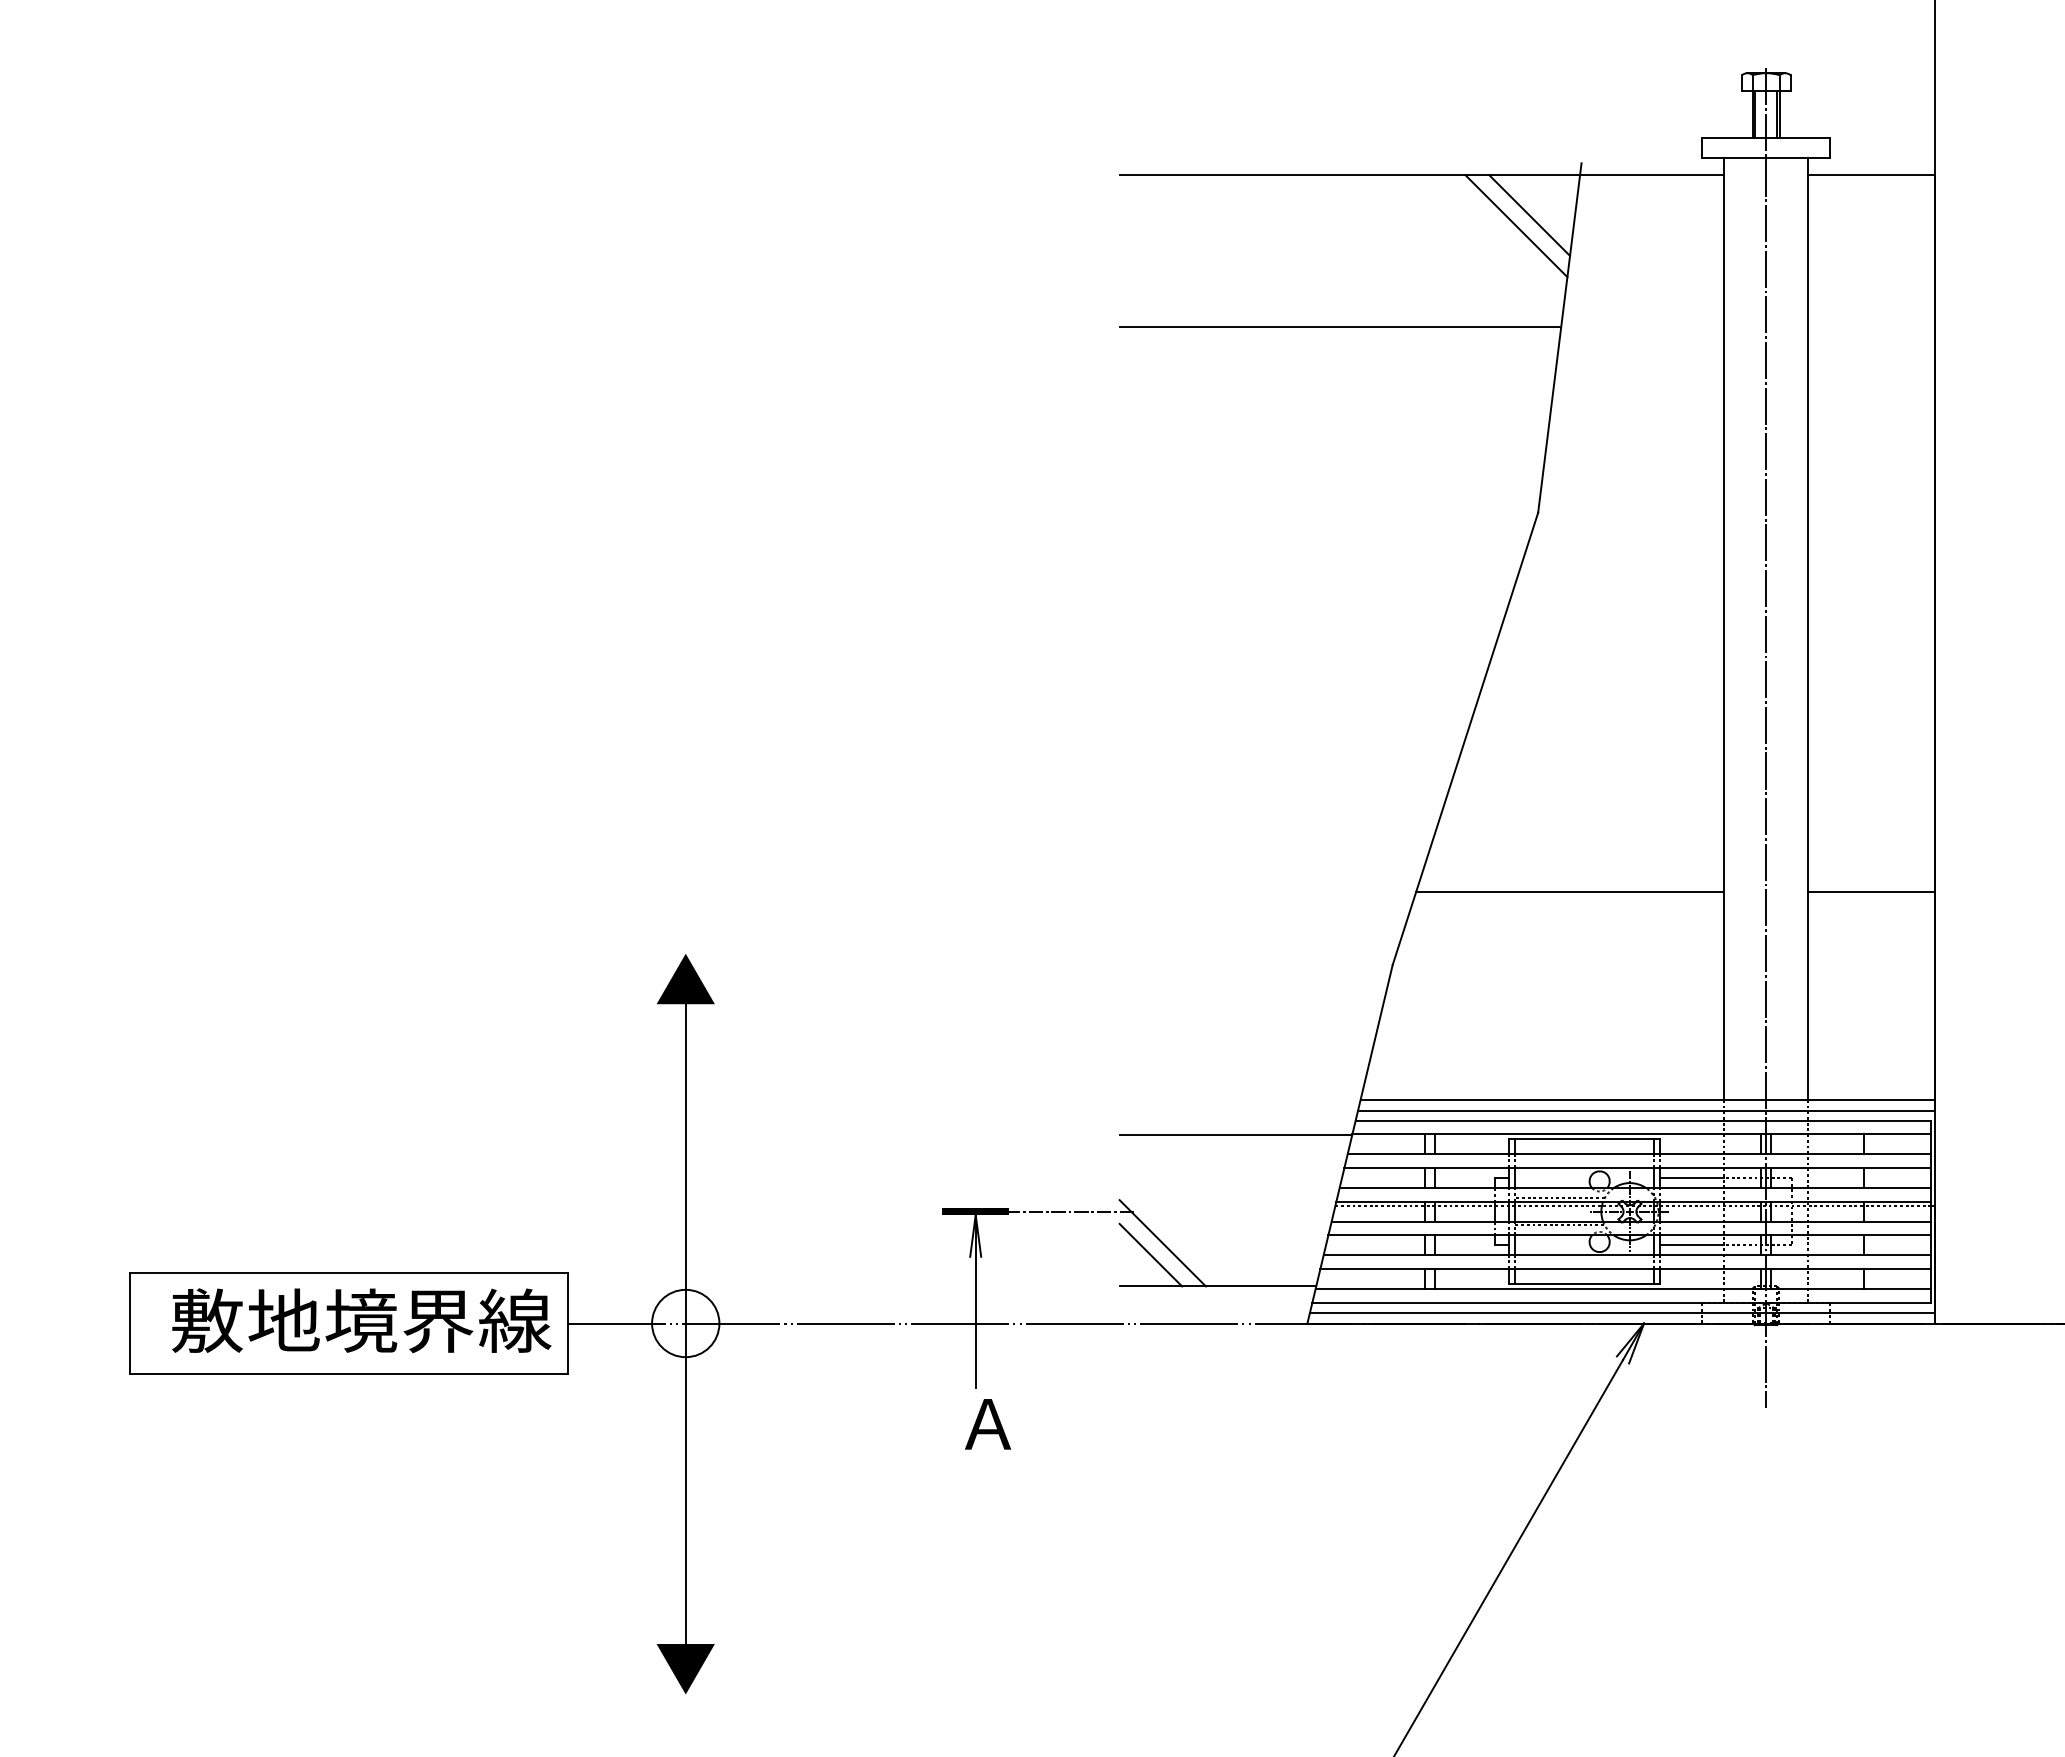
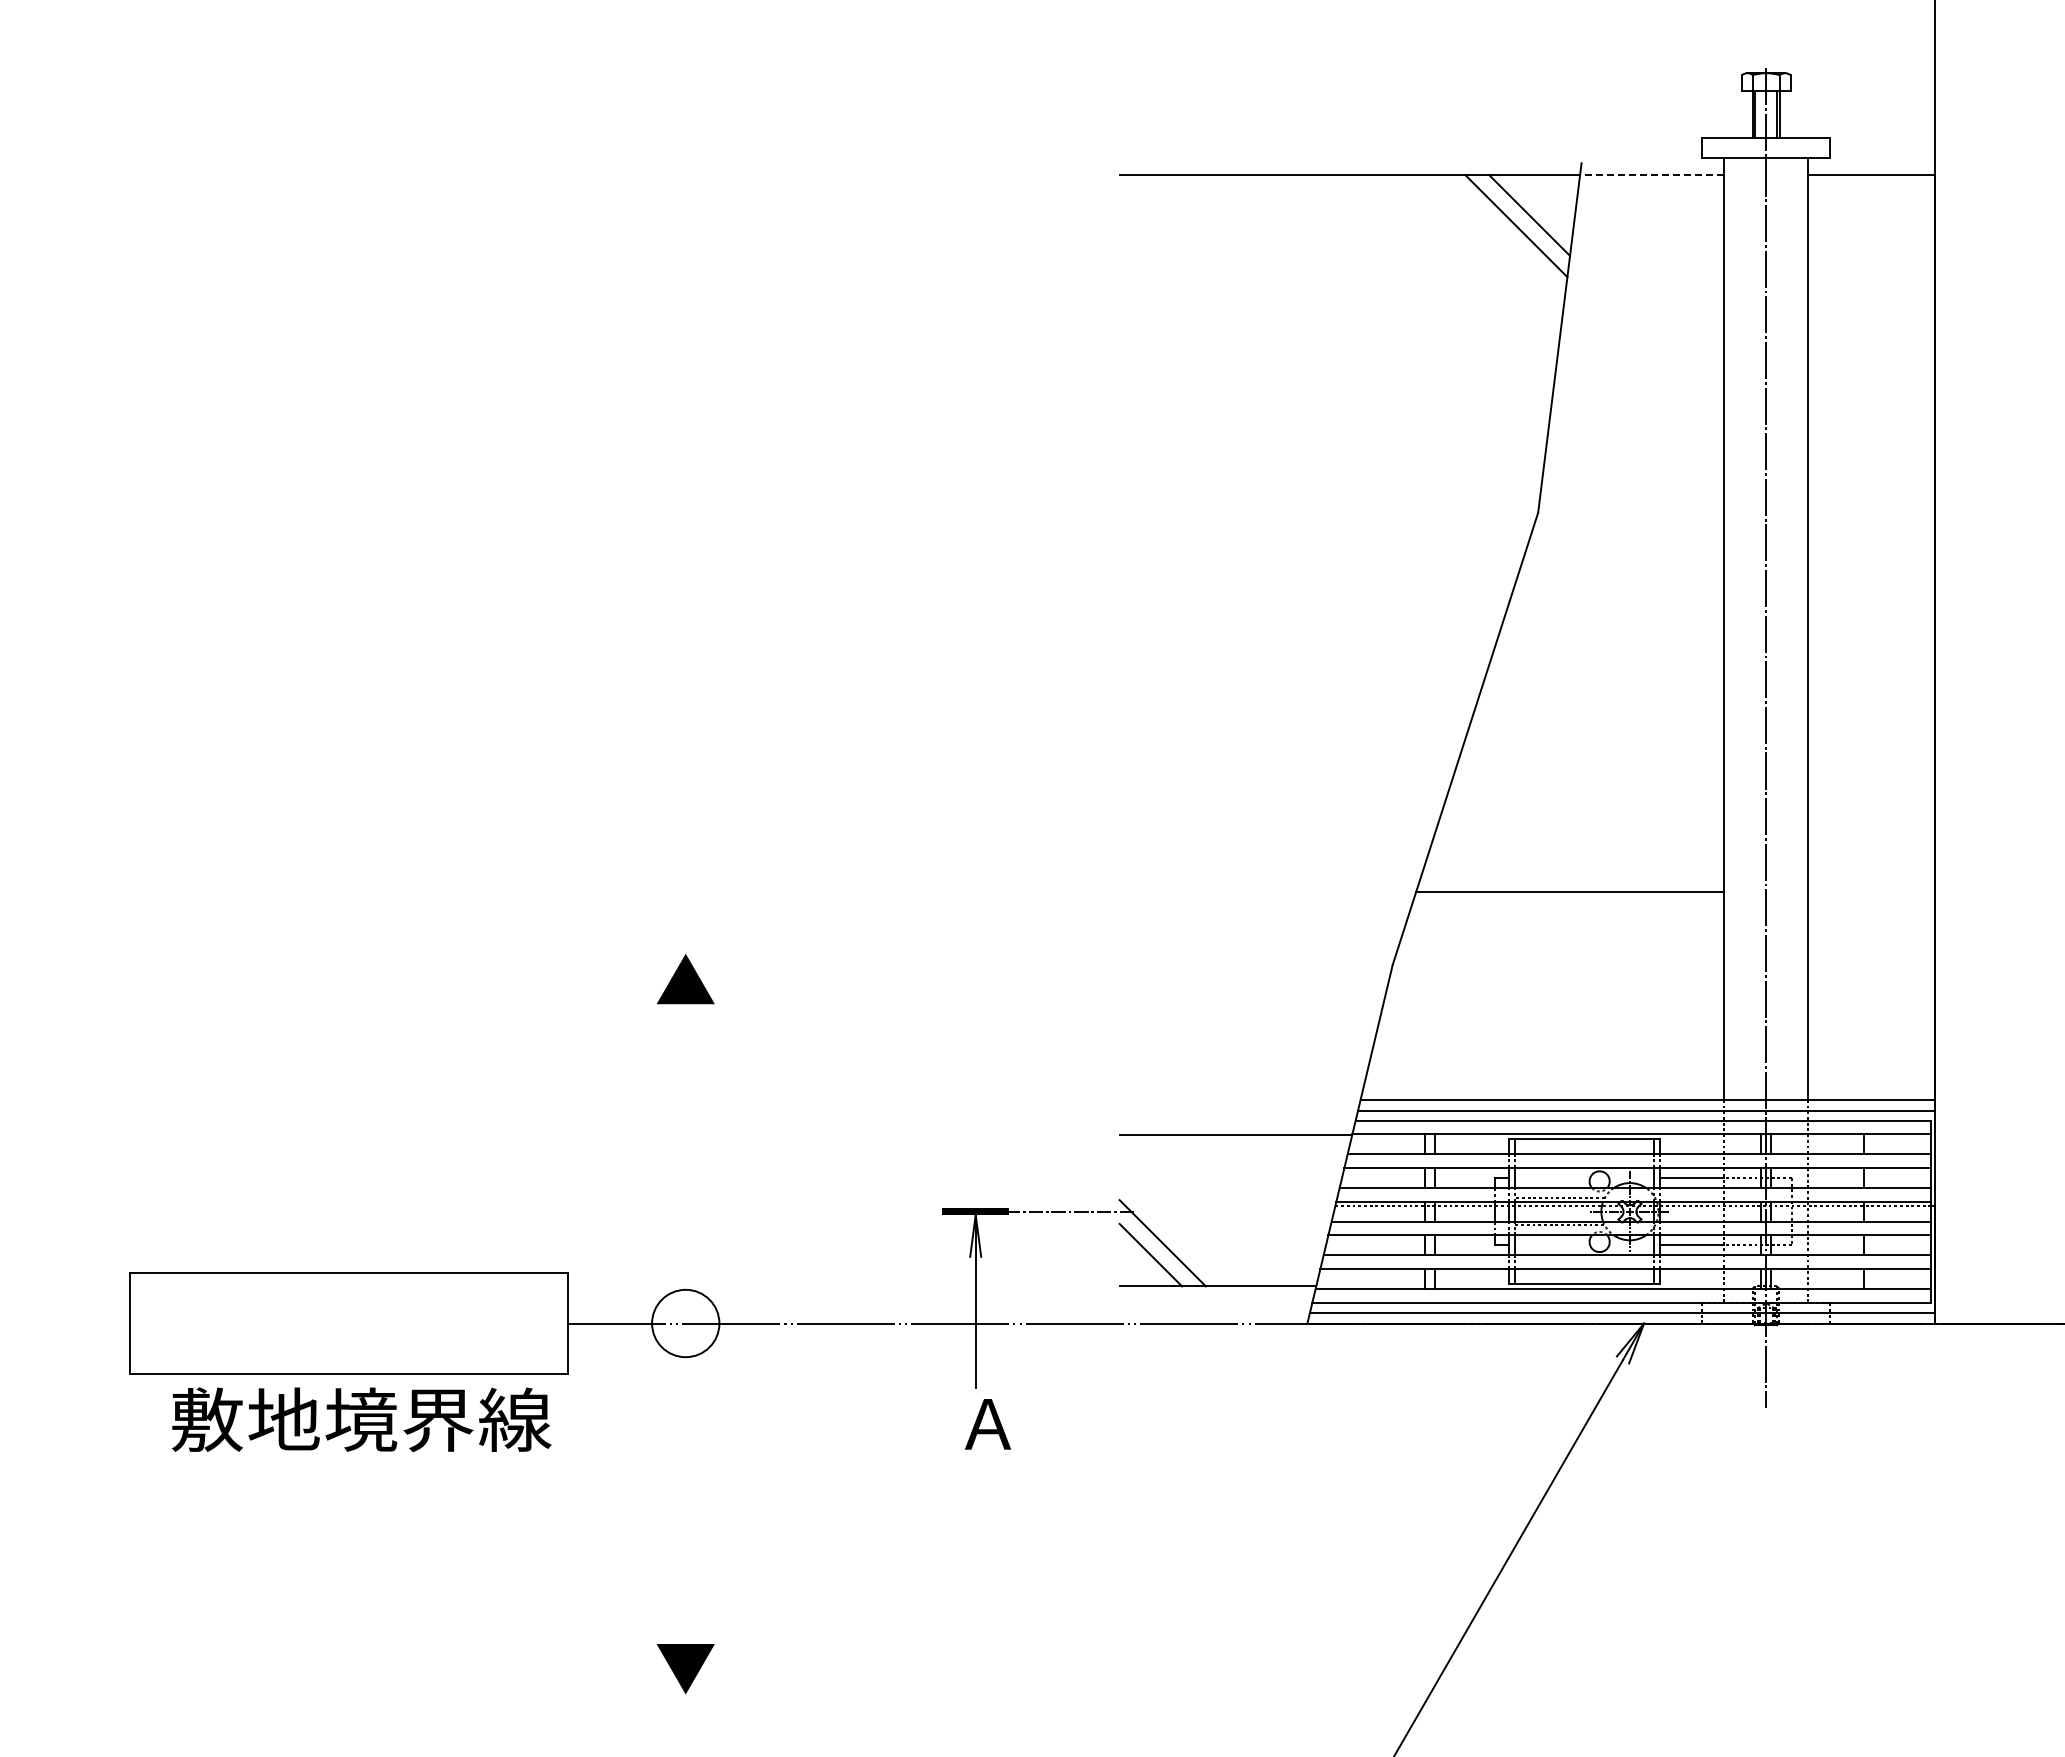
line at (1651, 175): solid -> dashed
line at (1340, 326): present -> none
line at (1871, 891): present -> none
text at (361, 1320) position: (361, 1320) -> (361, 1419)
line at (685, 1323): present -> none
